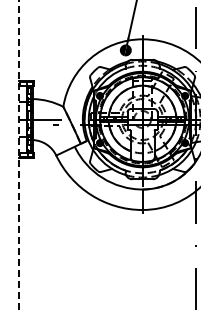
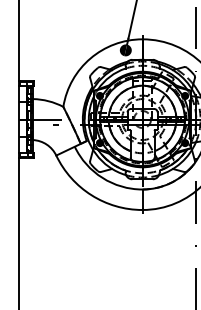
line at (19, 154): dashed -> solid
